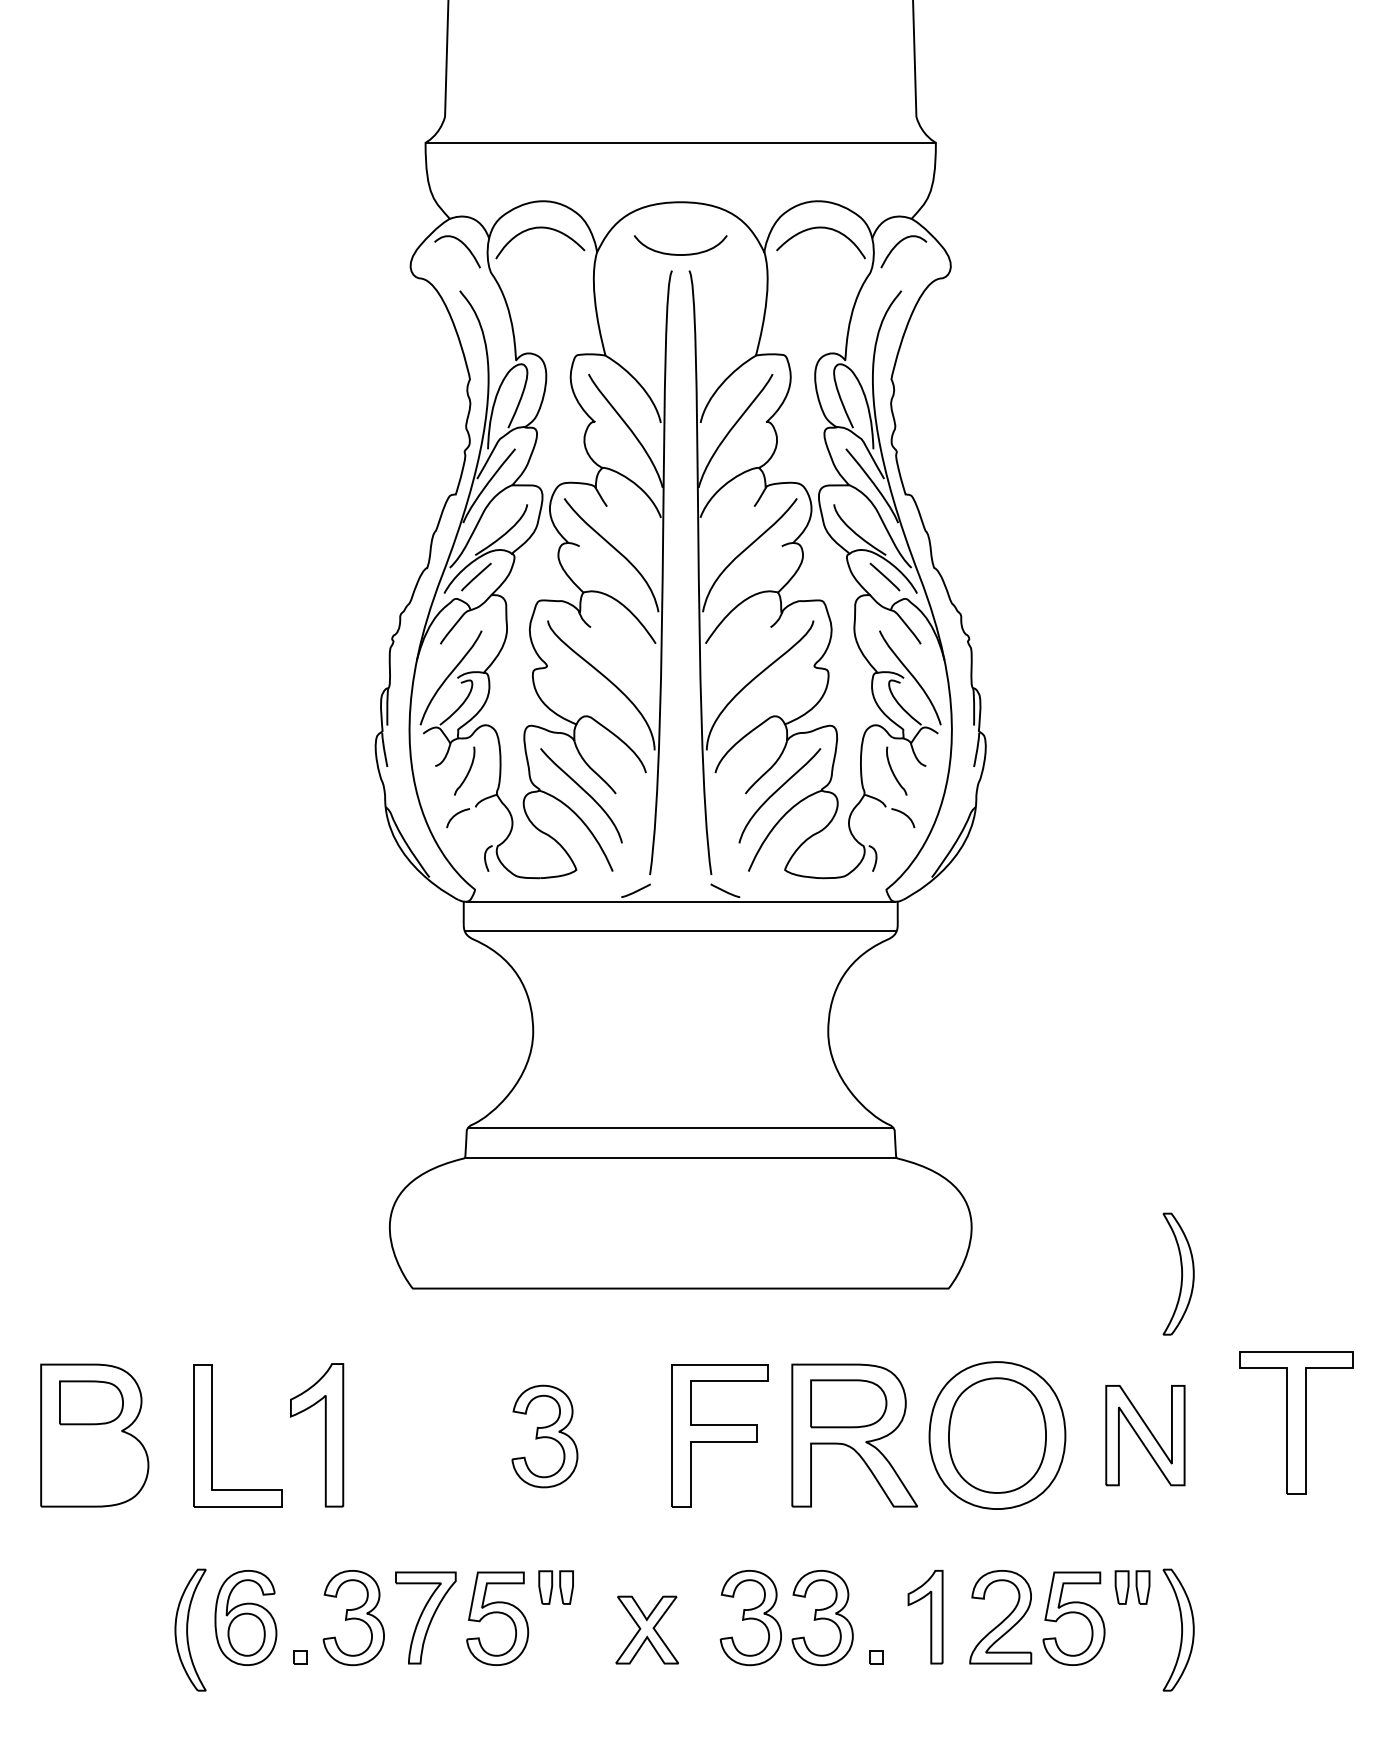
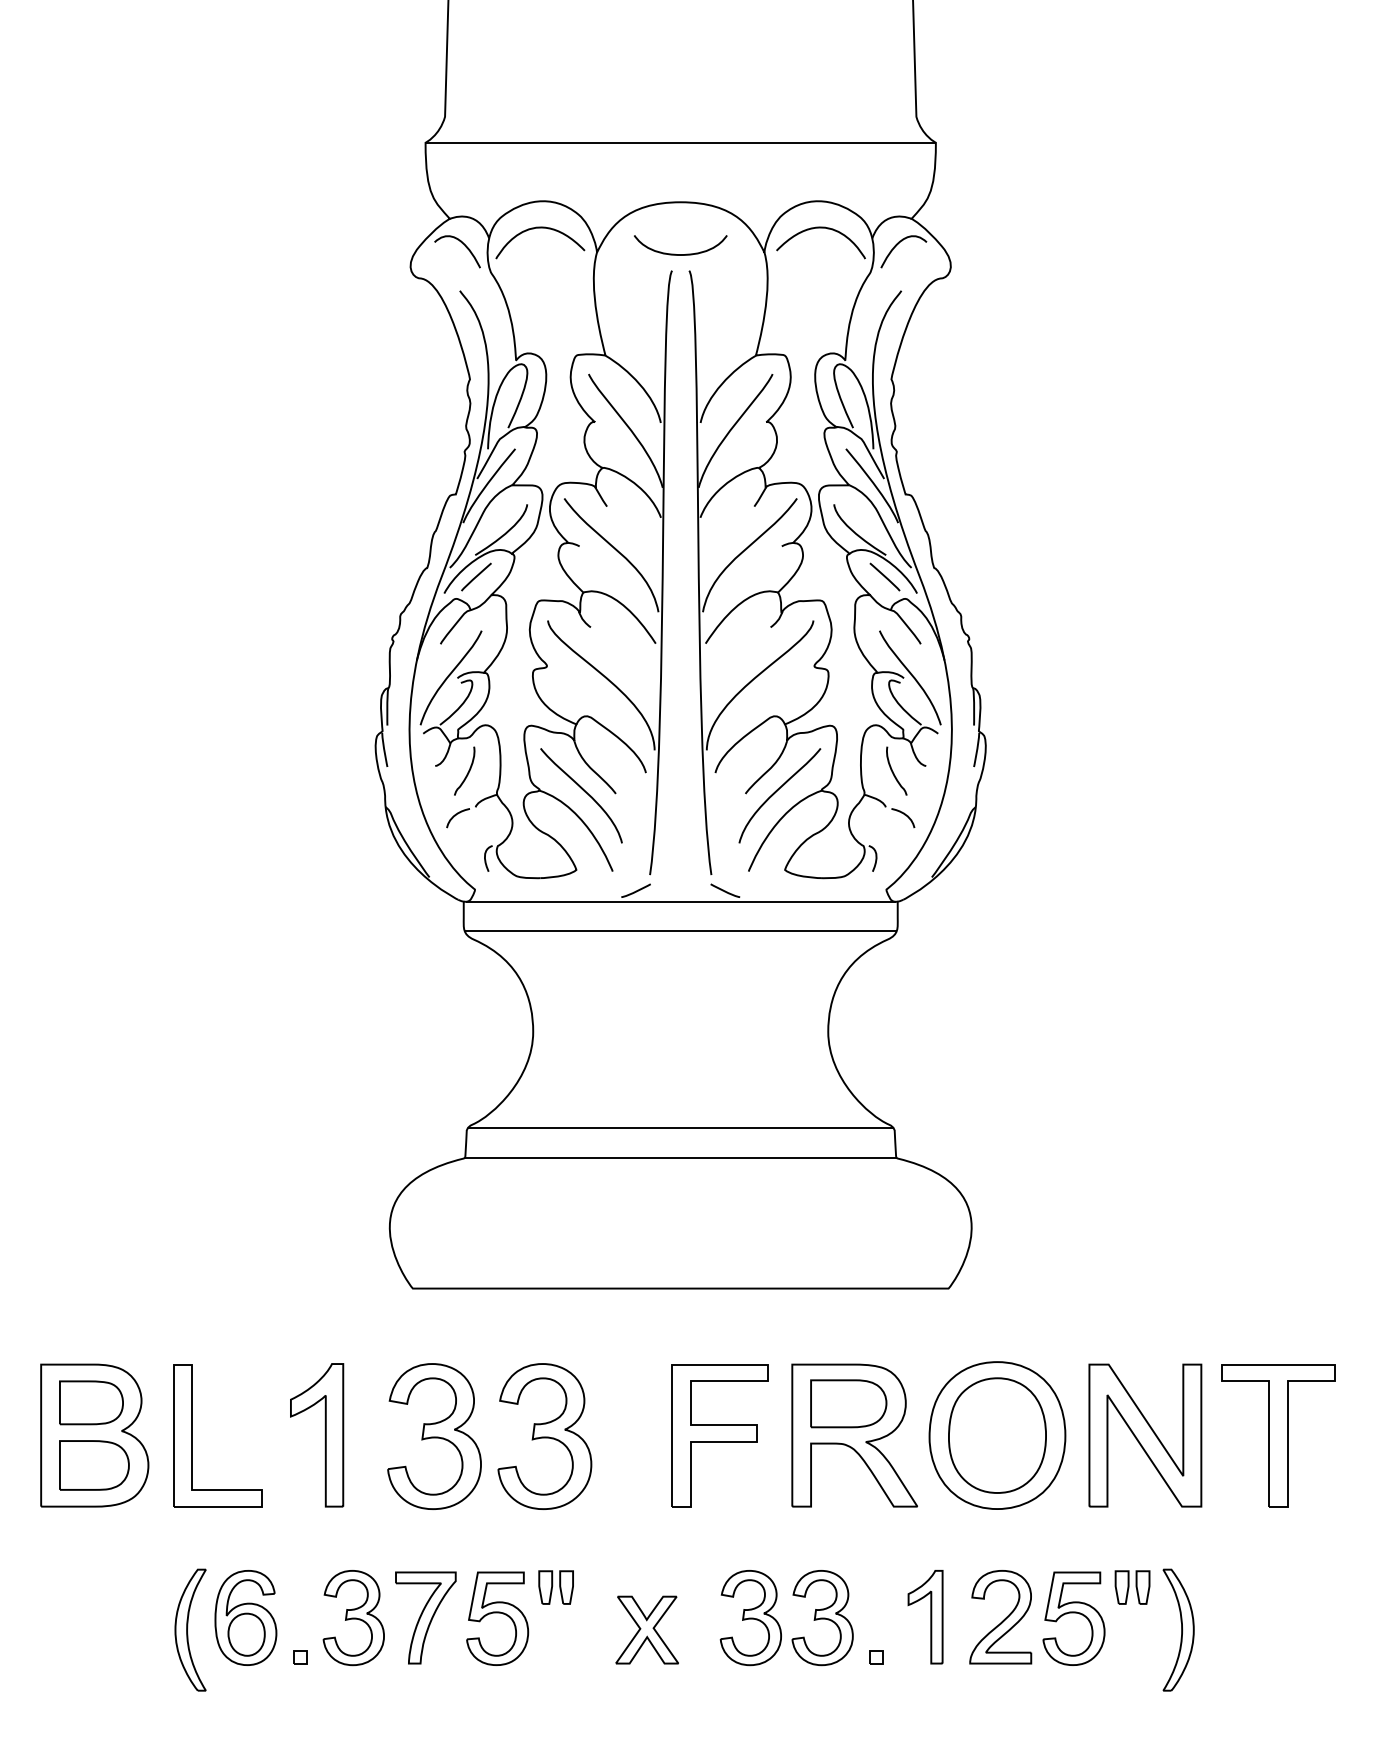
part at (1178, 1273): present -> none
part at (1296, 1422) position: (1296, 1422) -> (1278, 1435)
part at (212, 1435) position: (212, 1435) -> (192, 1435)
part at (1145, 1435) size: 81x102 px -> 115x145 px
part at (434, 1436): none -> present
part at (544, 1436) size: 68x105 px -> 96x147 px
part at (94, 1465): none -> present
